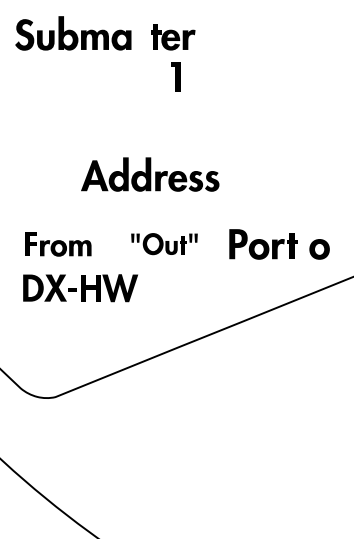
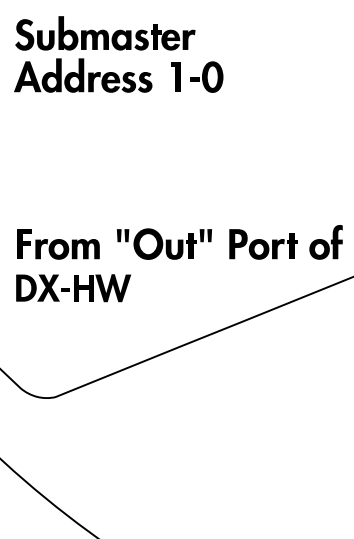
fill at (141, 39): none -> present
part at (206, 76): none -> present
part at (150, 174) position: (150, 174) -> (83, 75)
fill at (336, 241): none -> present
part at (58, 244) size: 67x25 px -> 83x31 px
part at (164, 244) size: 67x23 px -> 95x32 px
part at (80, 288) position: (80, 288) -> (73, 288)
